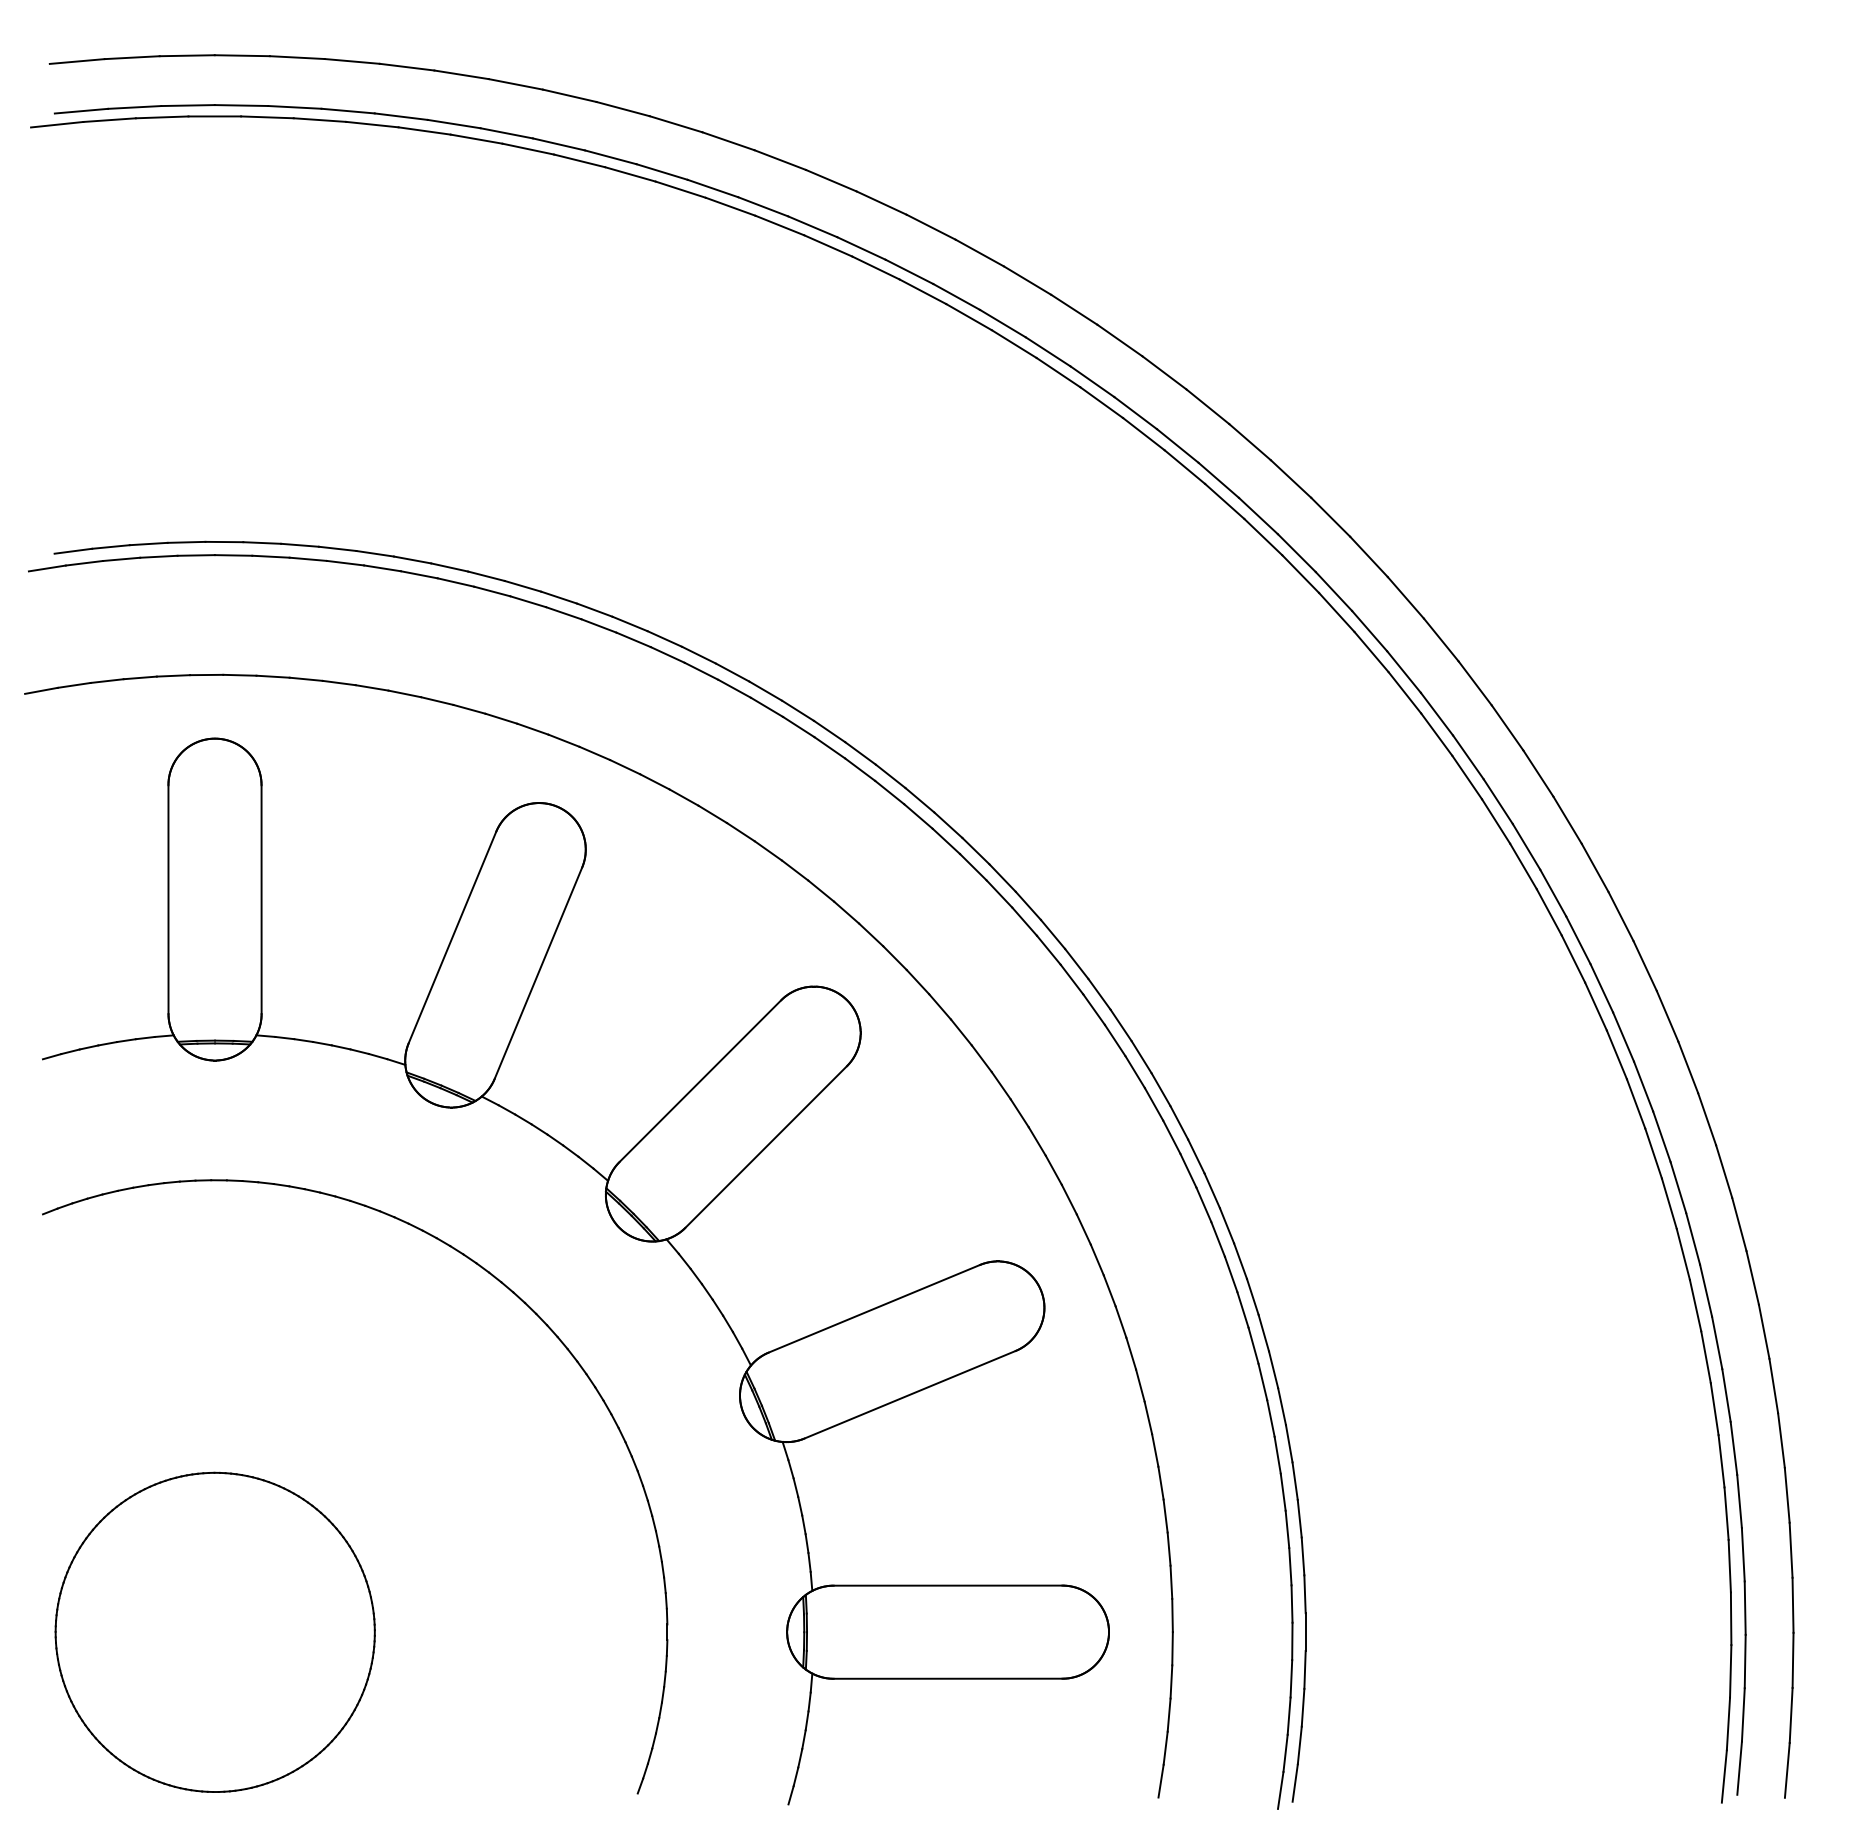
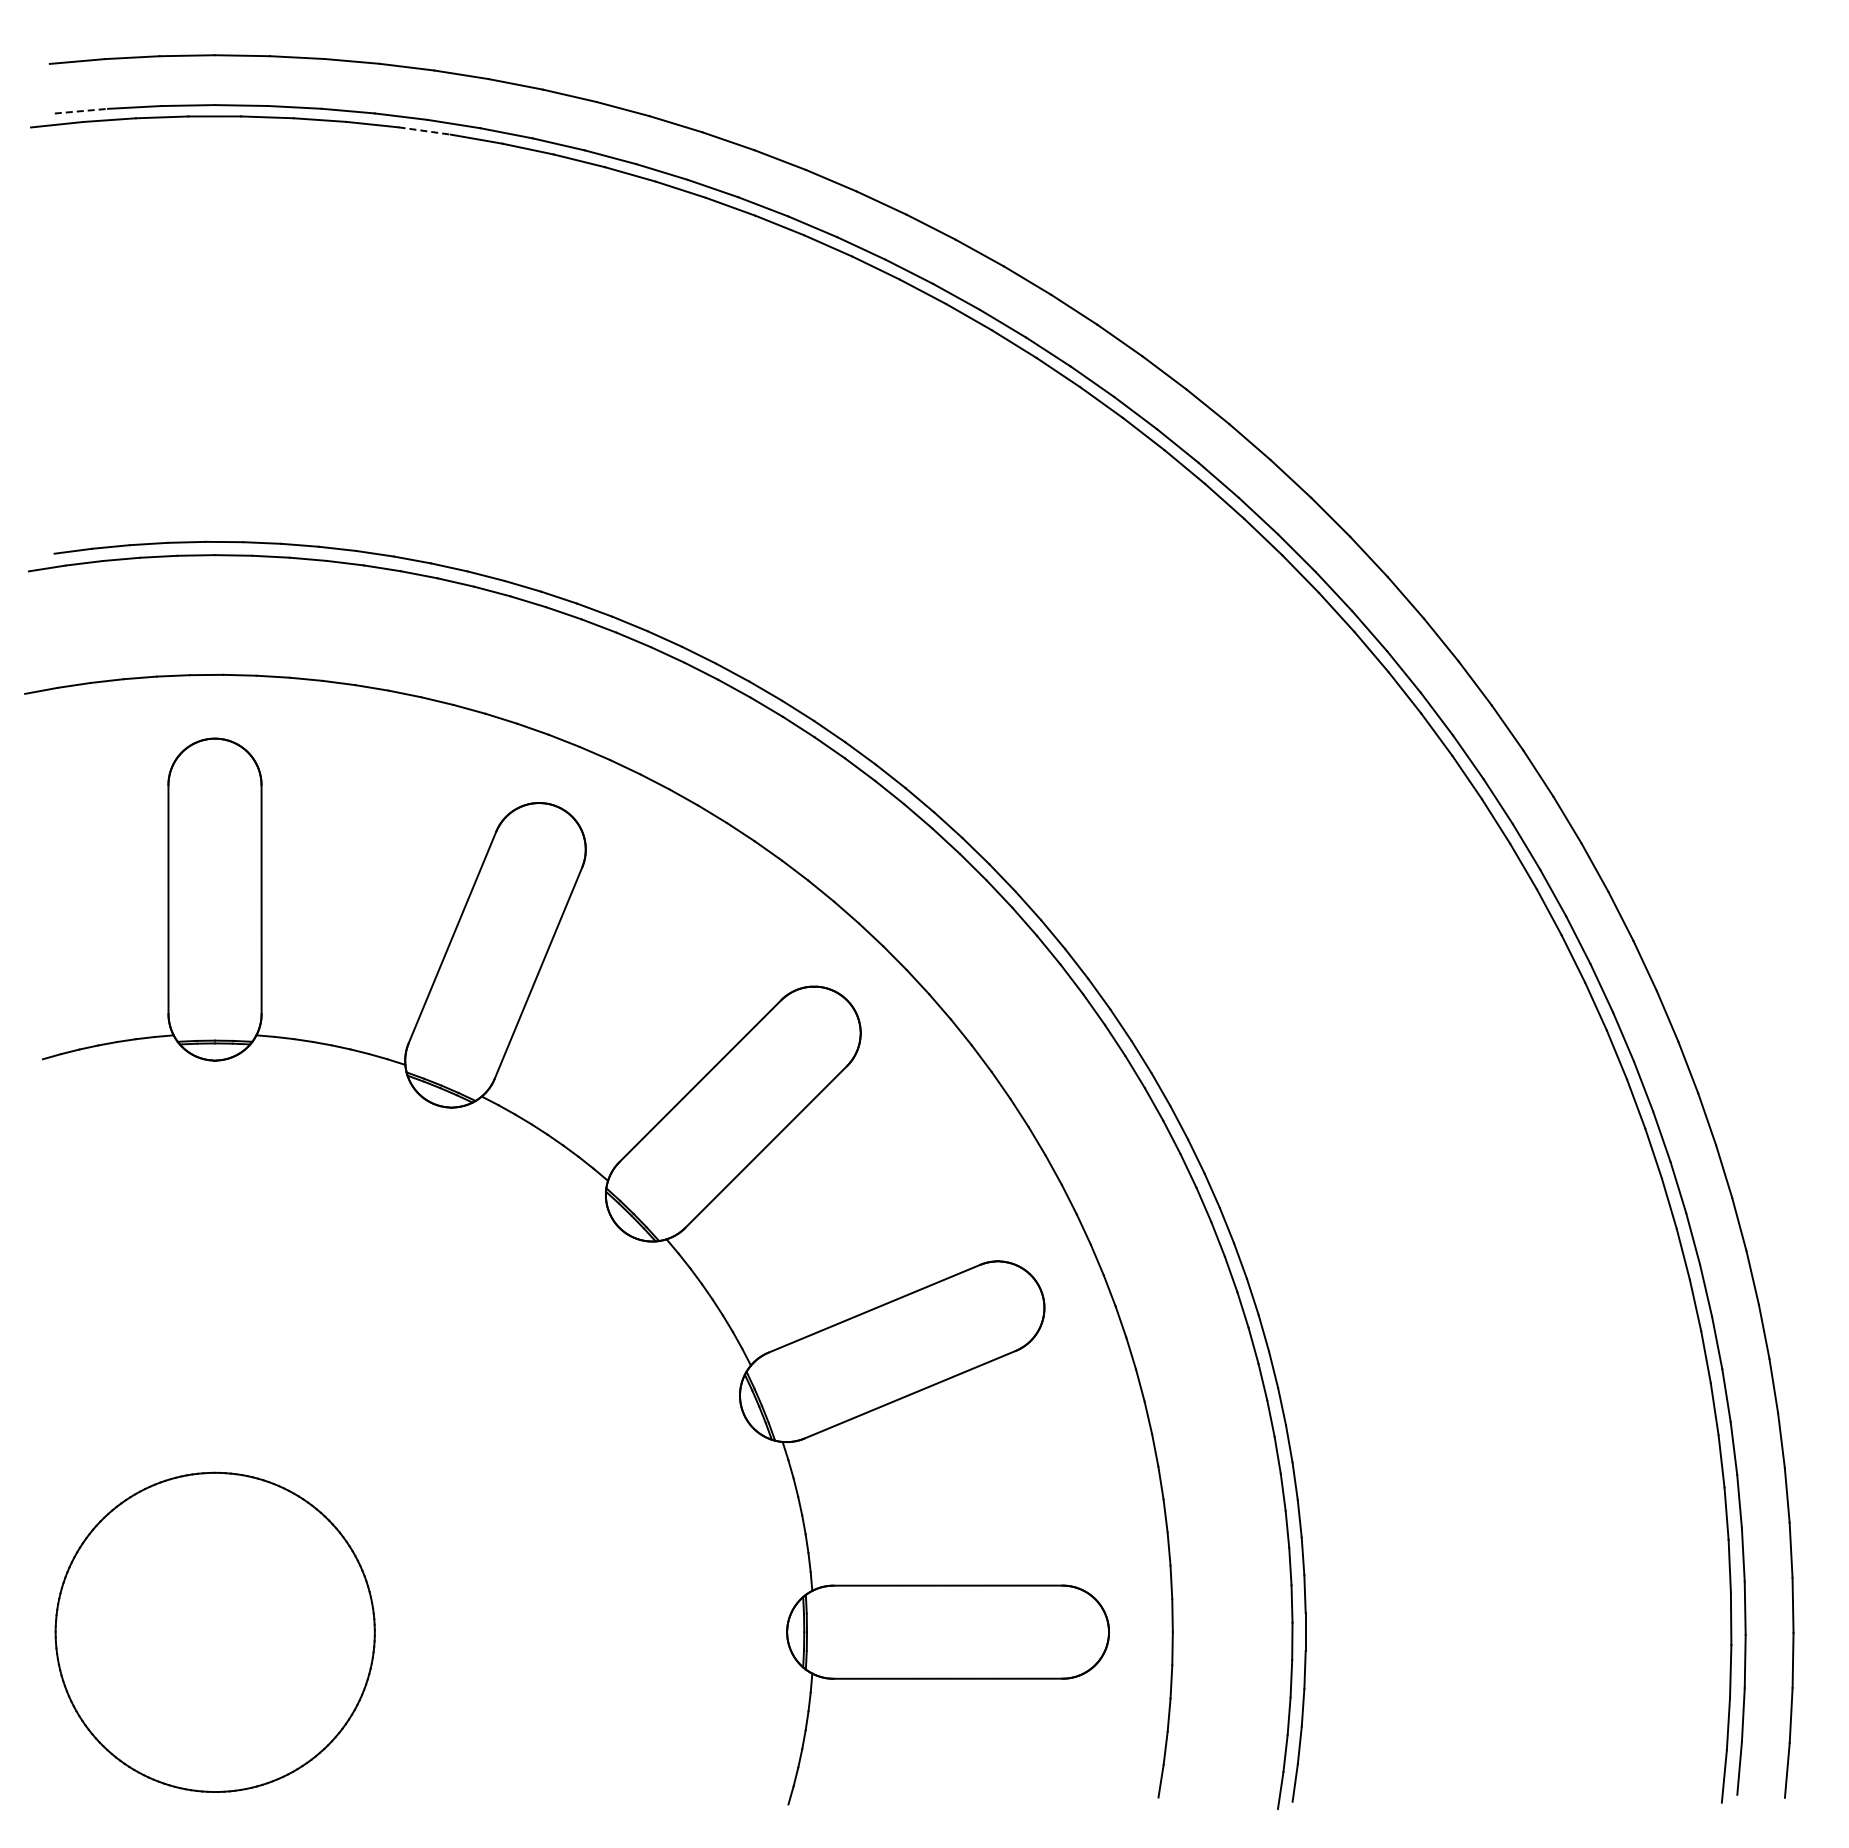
line at (81, 111): solid -> dashed
line at (425, 131): solid -> dashed
part at (521, 1301): present -> none
